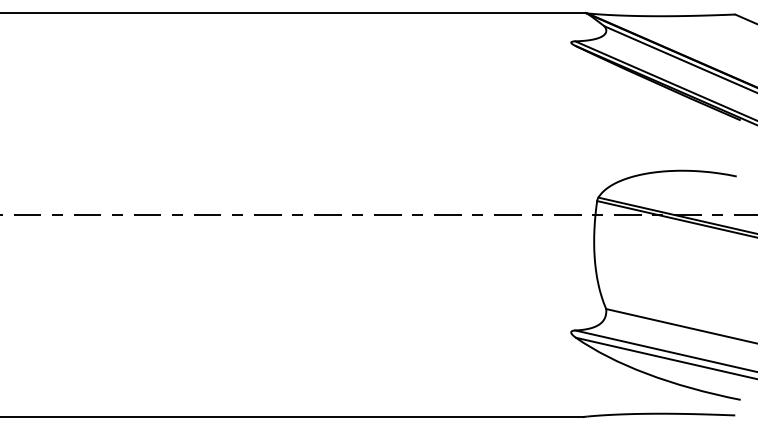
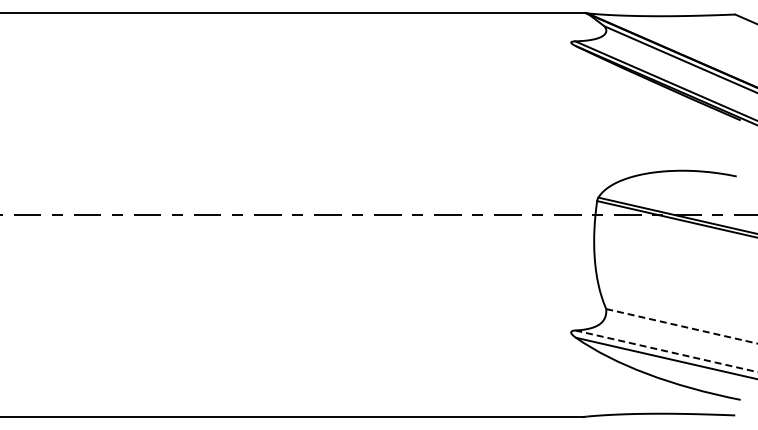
line at (681, 326): solid -> dashed
line at (666, 351): solid -> dashed
